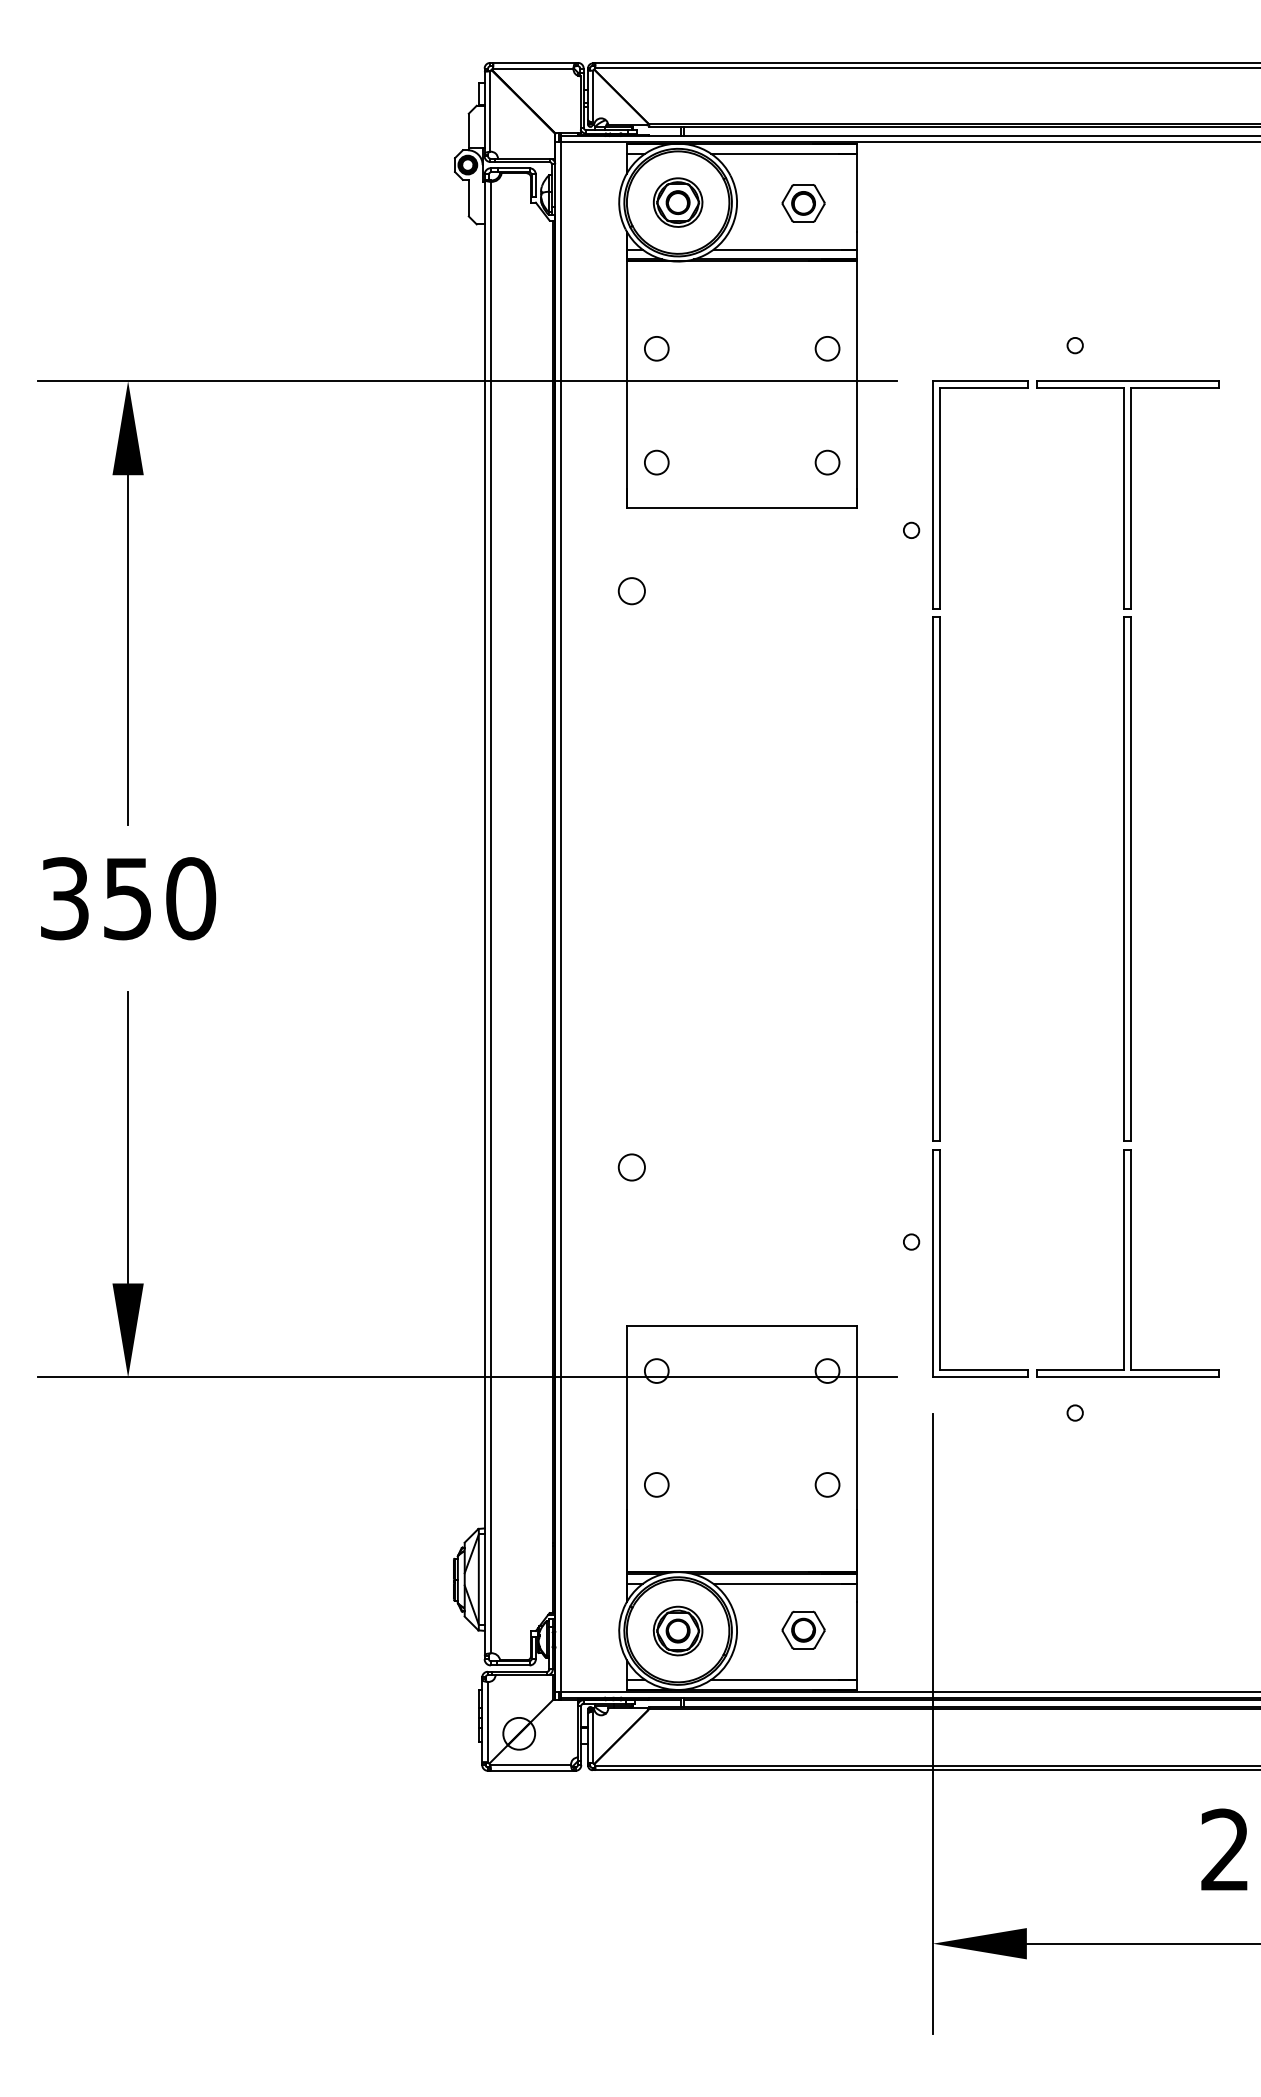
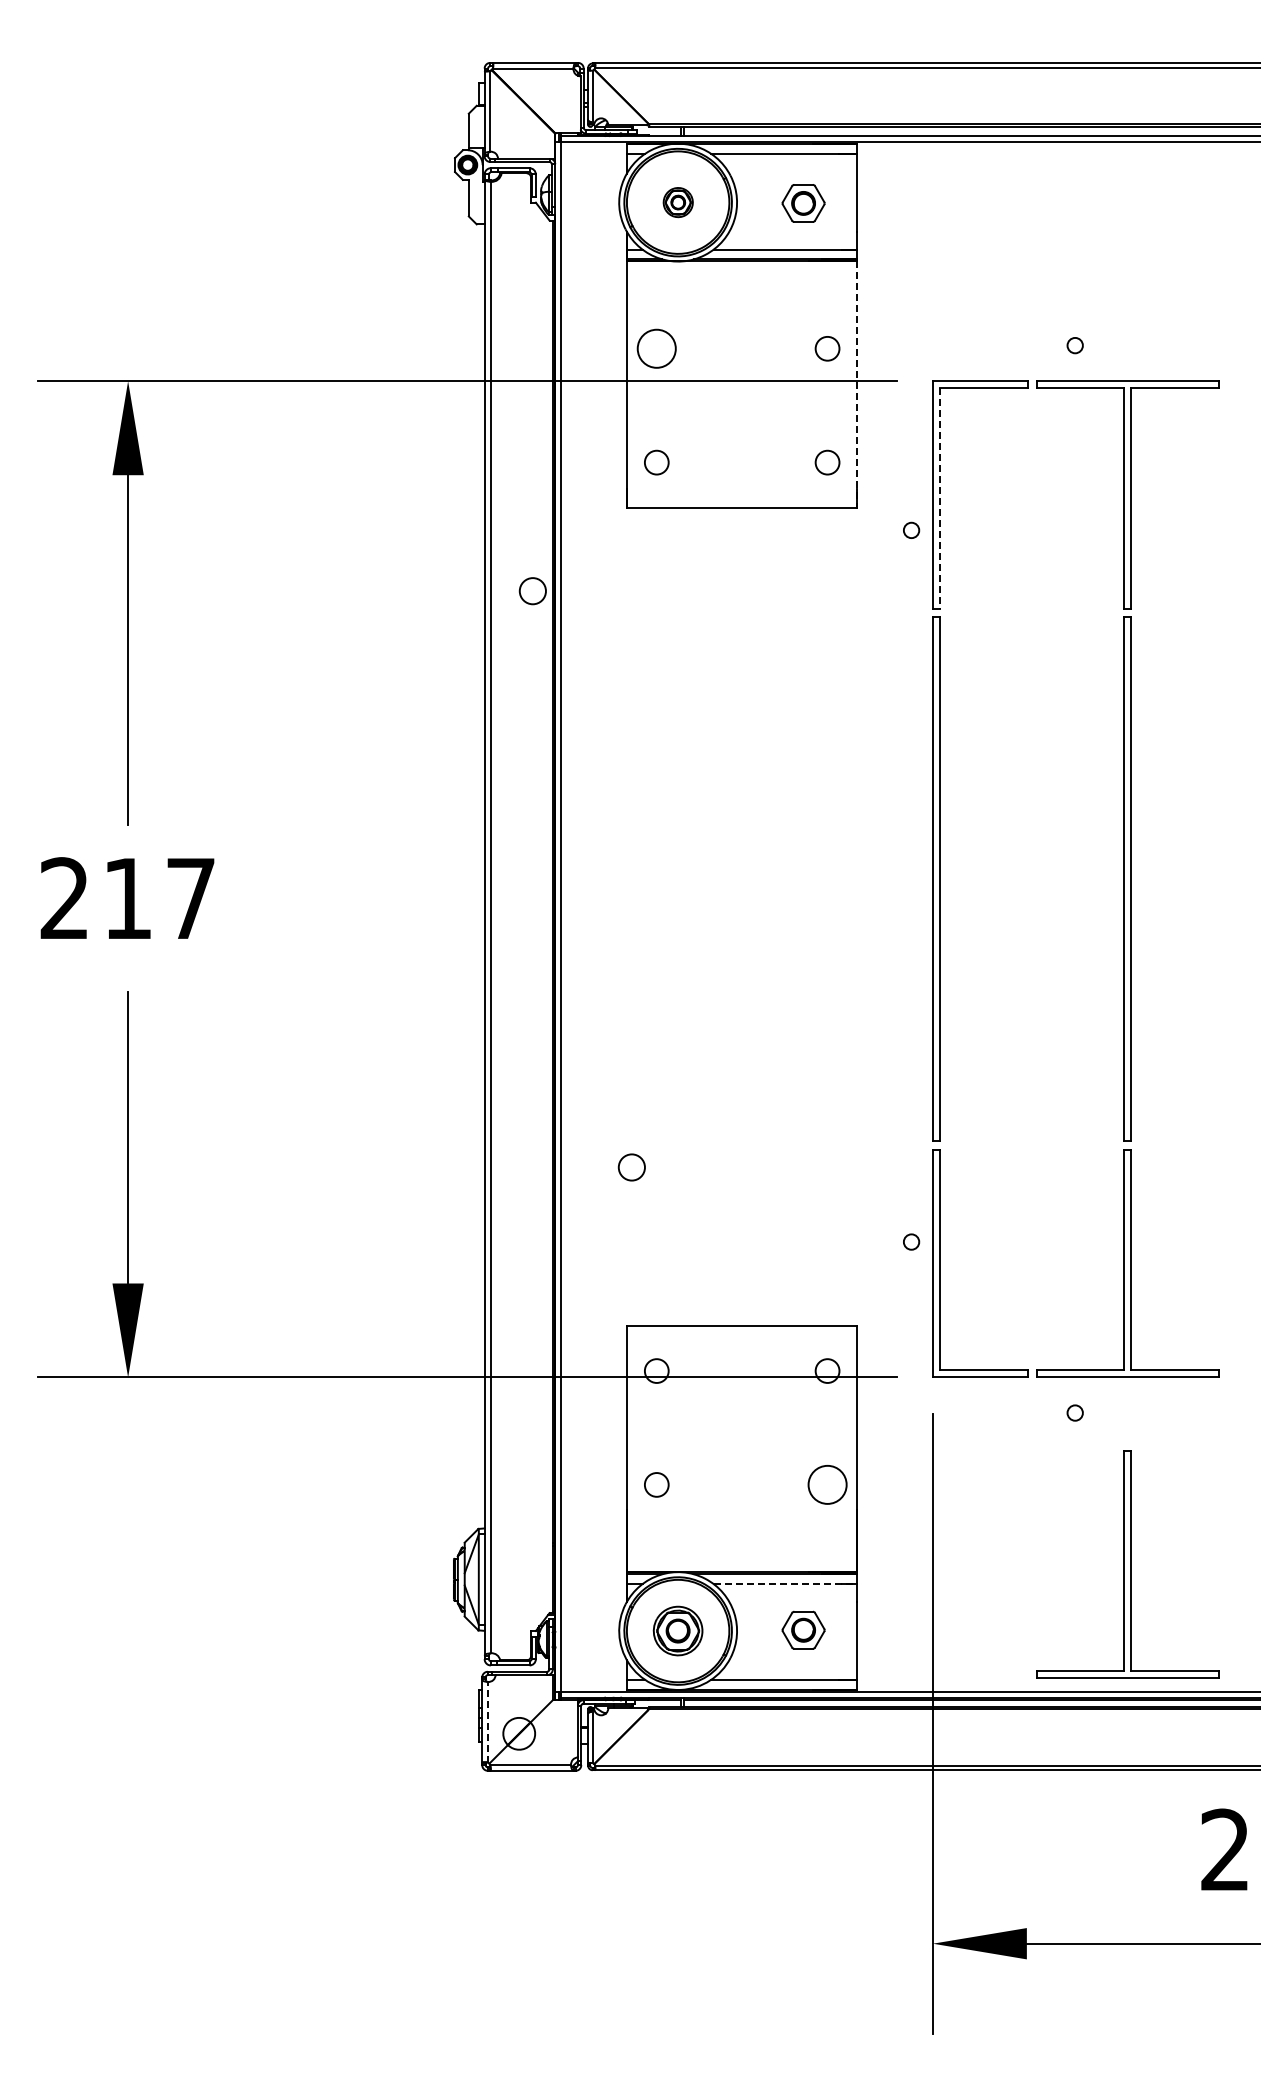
part at (678, 202) size: 51x51 px -> 32x32 px
circle at (656, 348) diameter: 24 px -> 38 px
line at (857, 385): solid -> dashed
line at (940, 499): solid -> dashed
circle at (631, 591) position: (631, 591) -> (532, 591)
text at (128, 898): 350 -> 217
circle at (827, 1484) size: 27x26 px -> 41x40 px
part at (1127, 1564): none -> present
line at (785, 1584): solid -> dashed
line at (487, 1721): solid -> dashed
